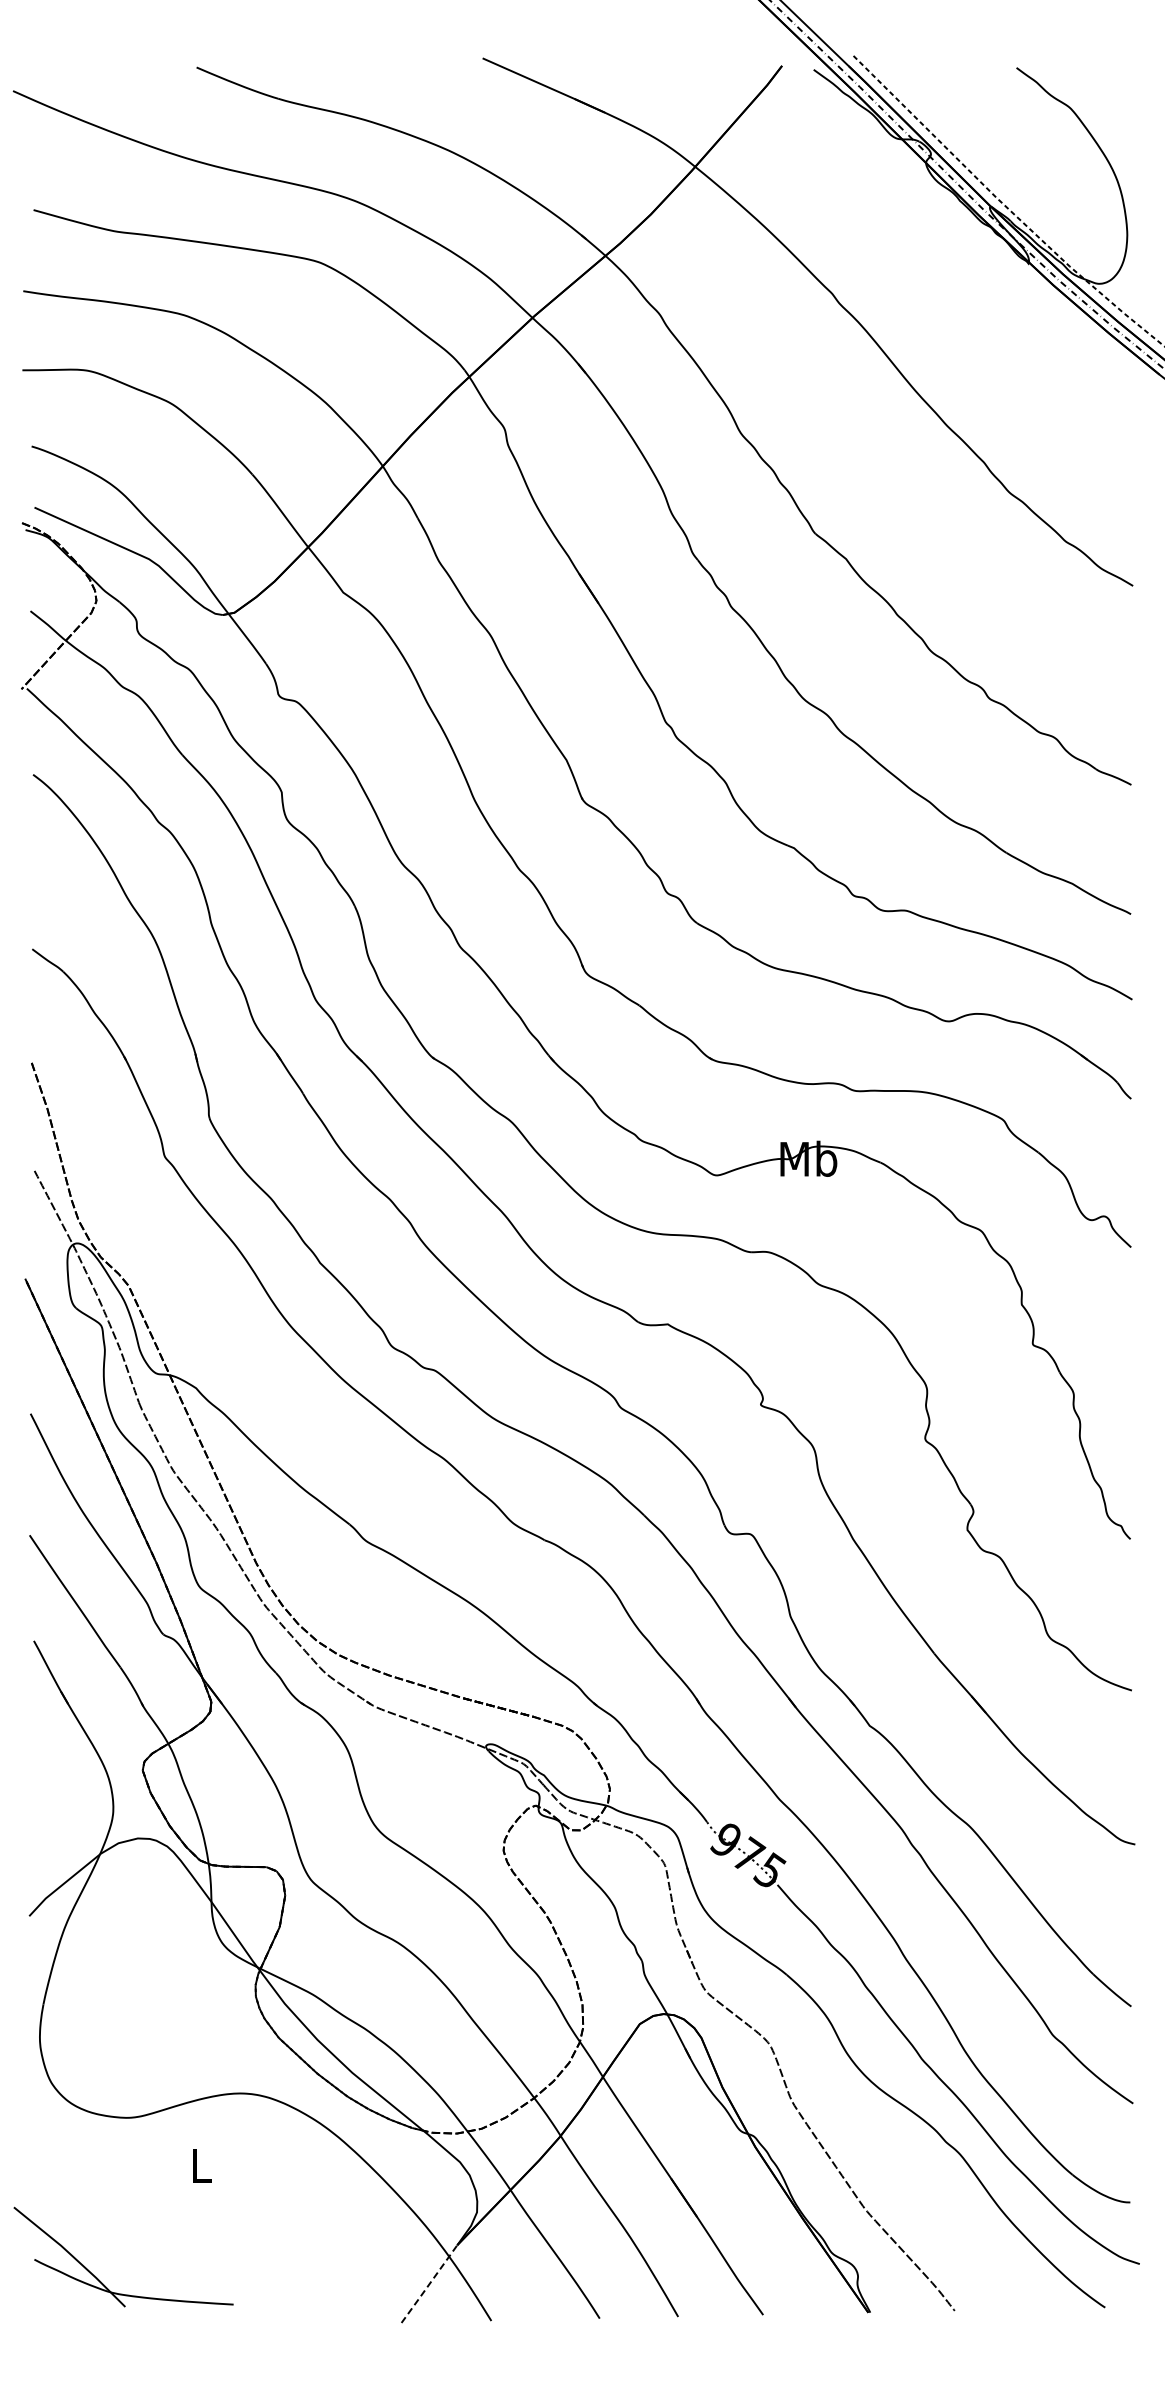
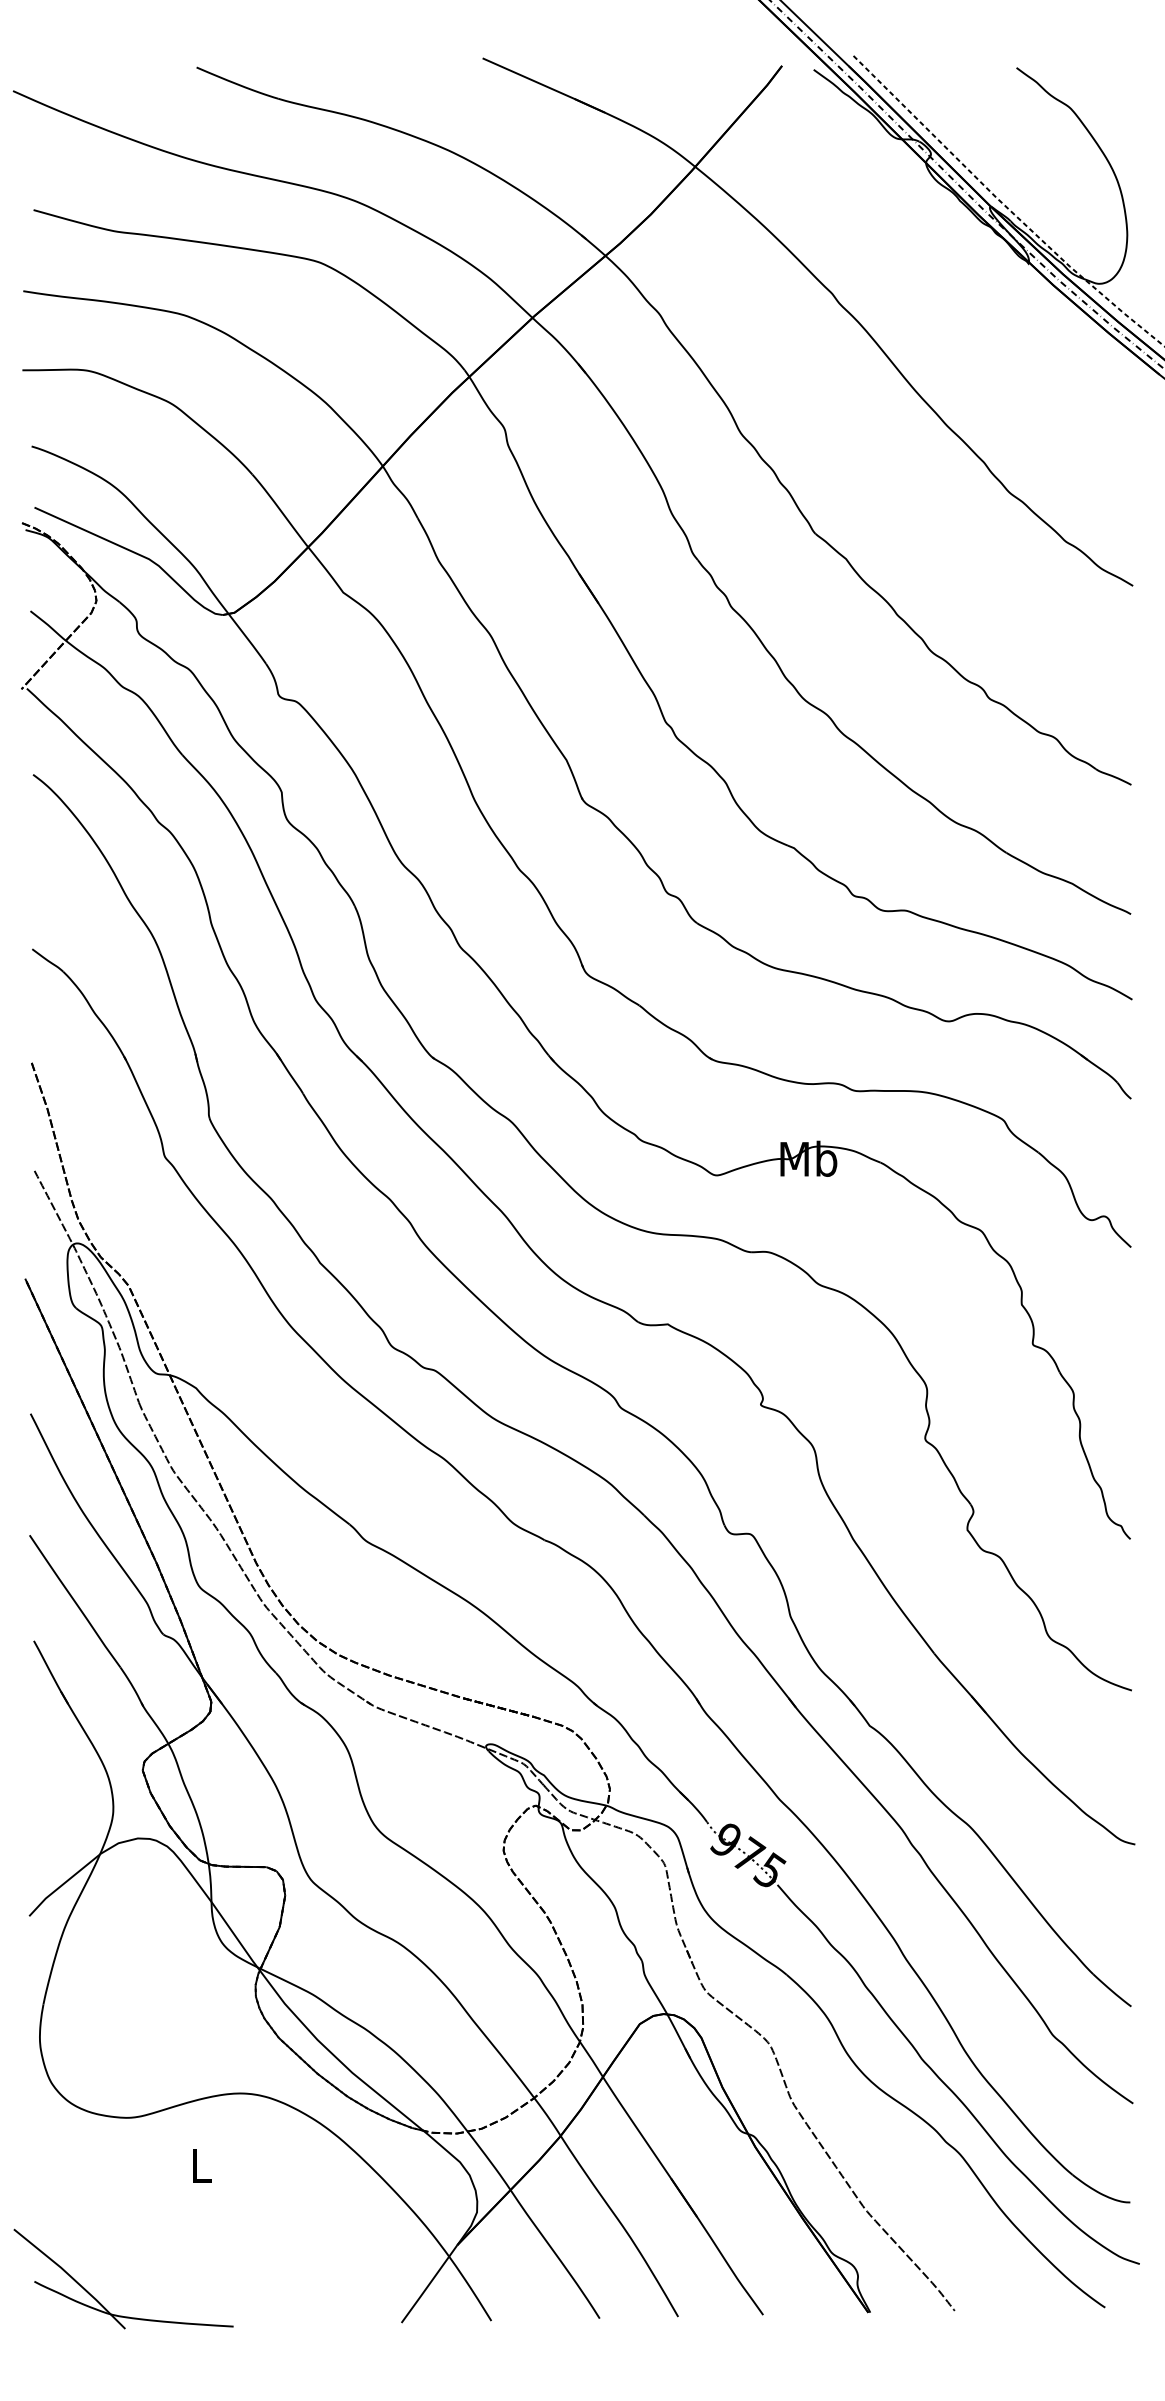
part at (99, 2279) position: (99, 2279) -> (99, 2301)
line at (429, 2284): dashed -> solid
